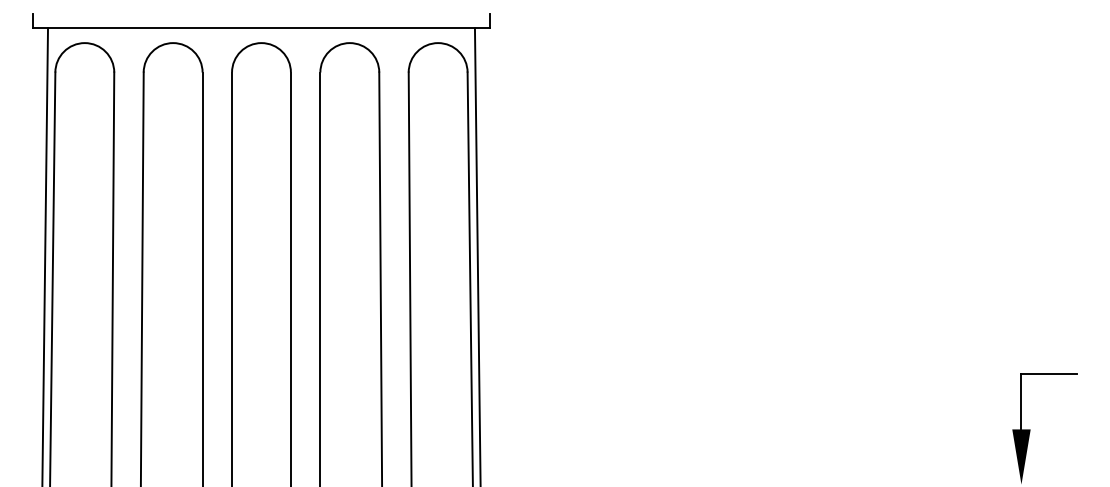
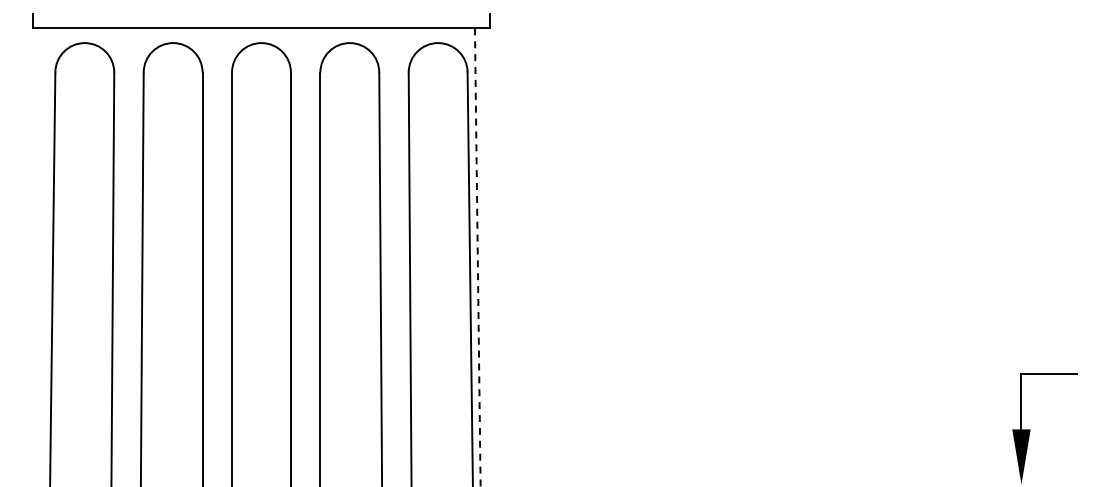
line at (45, 255): present -> none
line at (477, 257): solid -> dashed
